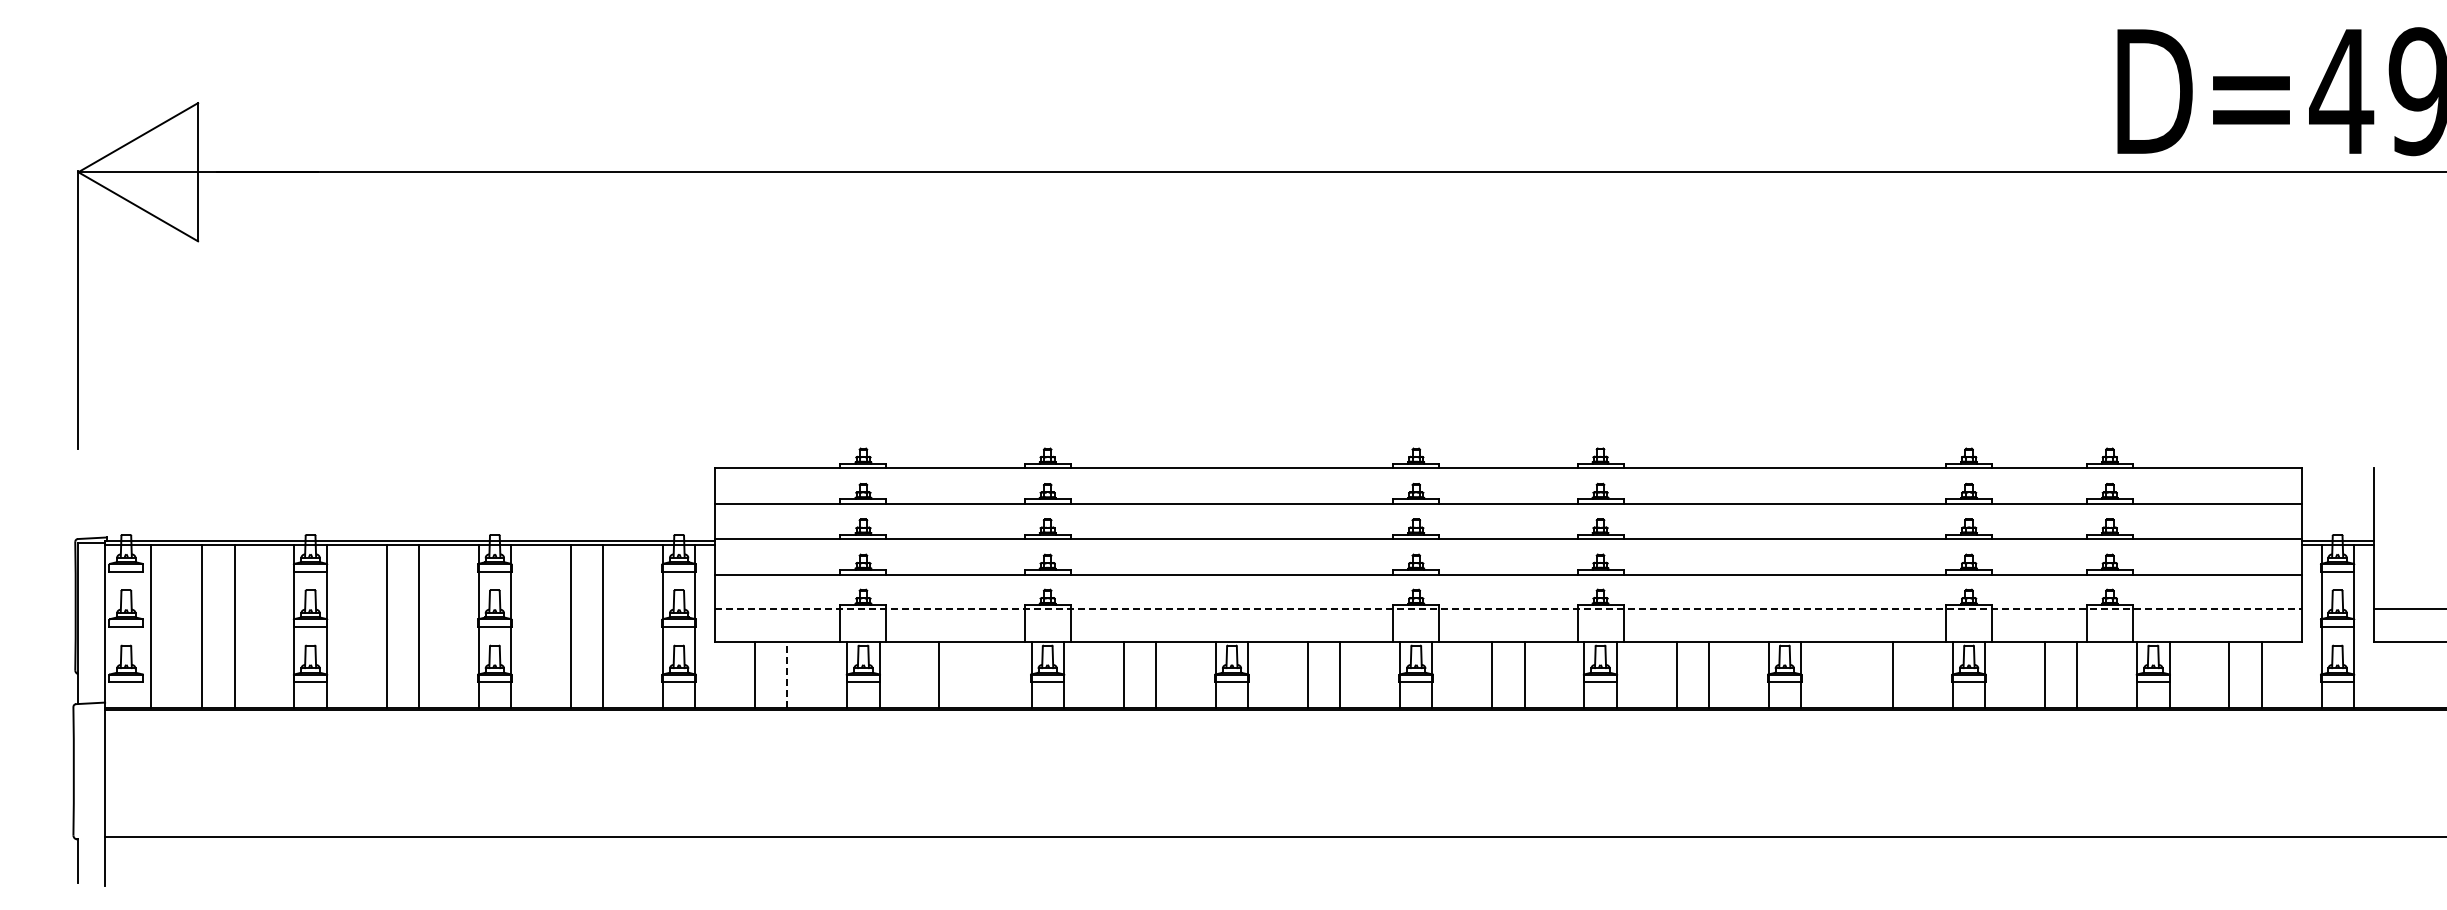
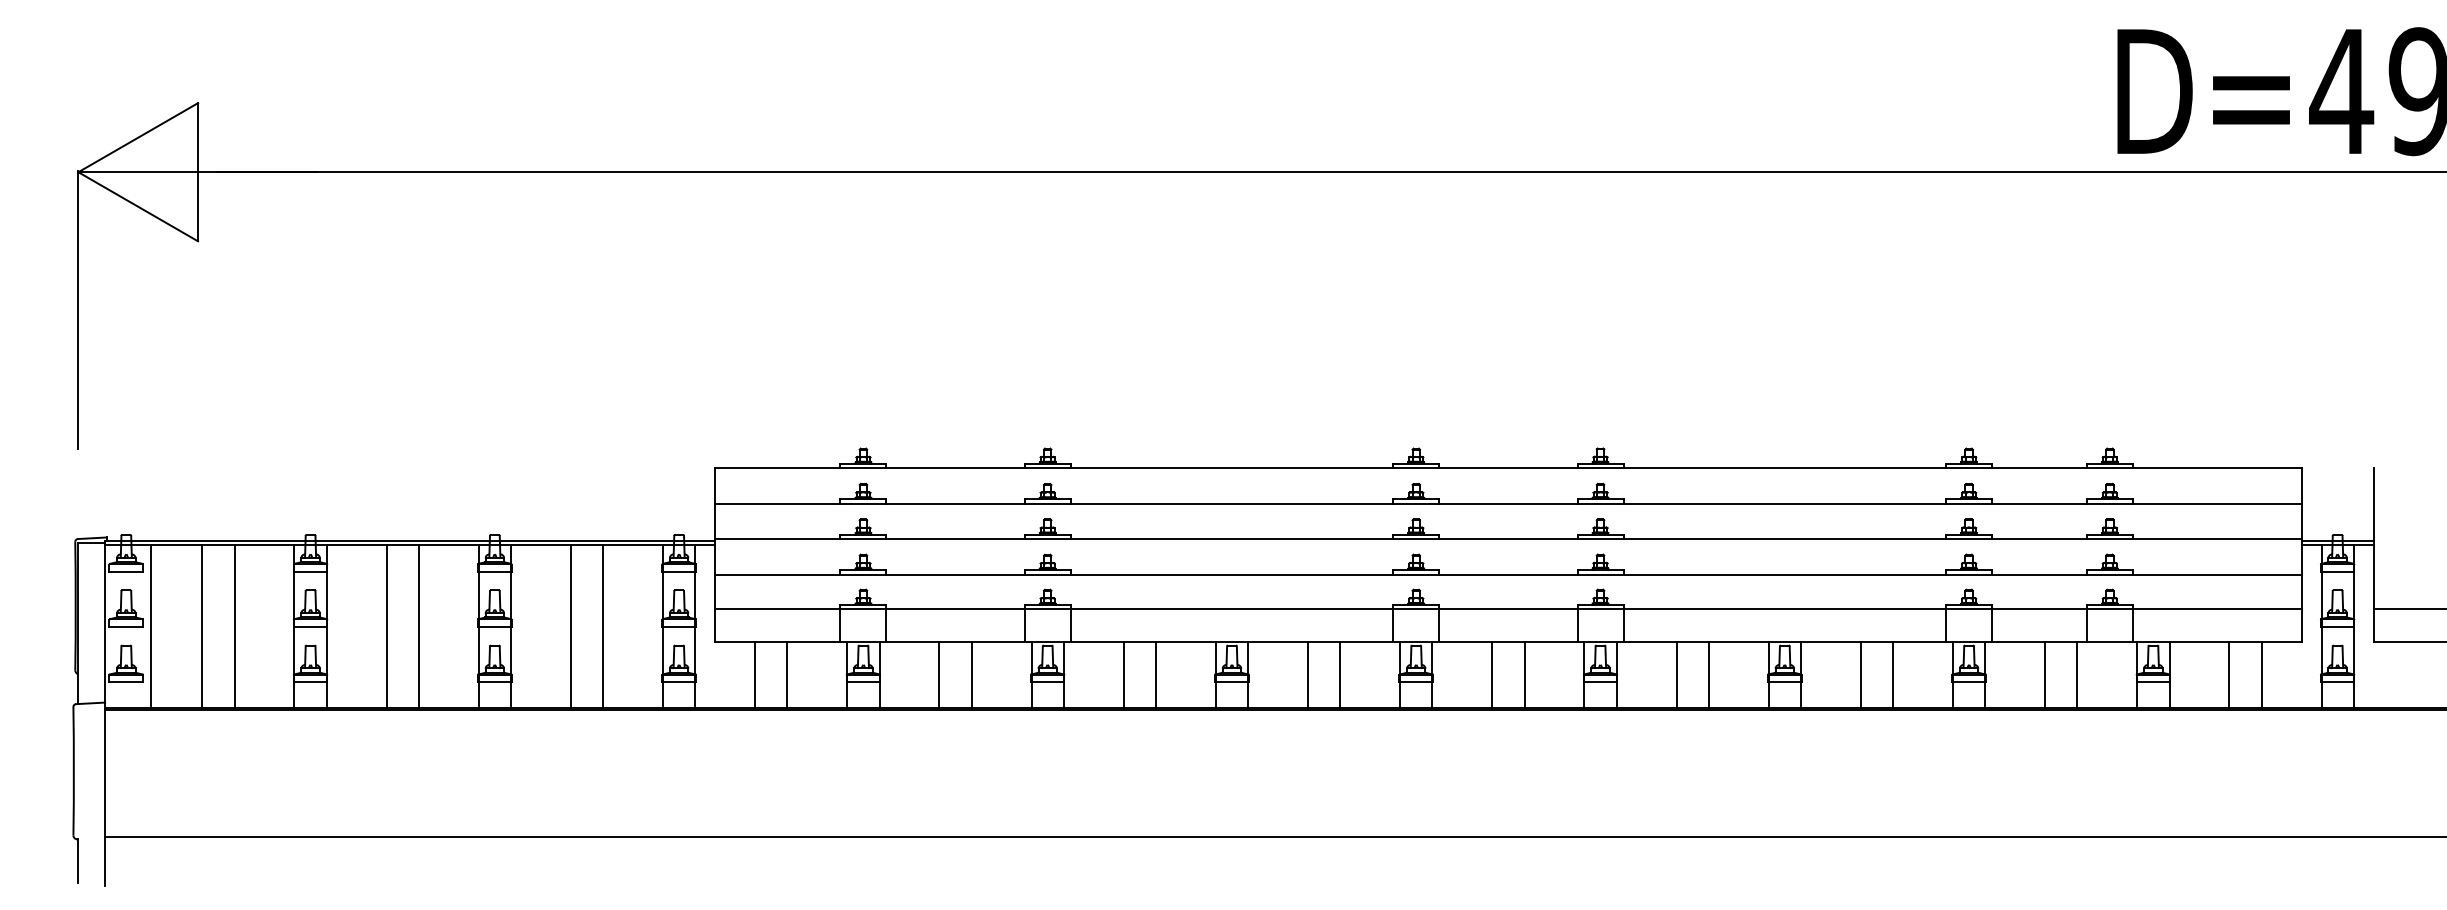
line at (1508, 609): dashed -> solid
line at (787, 674): dashed -> solid
line at (971, 674): none -> present
line at (1860, 674): none -> present
